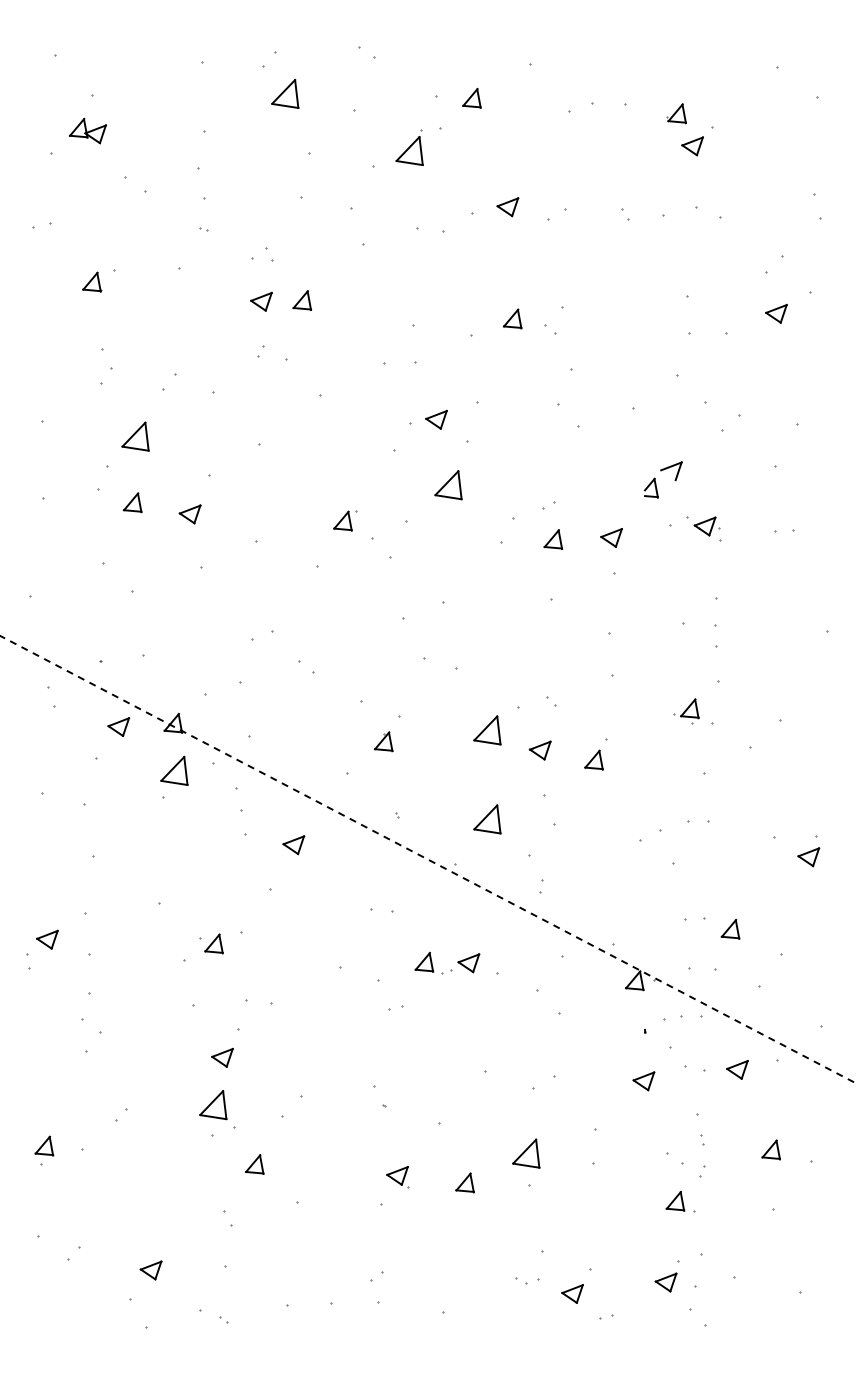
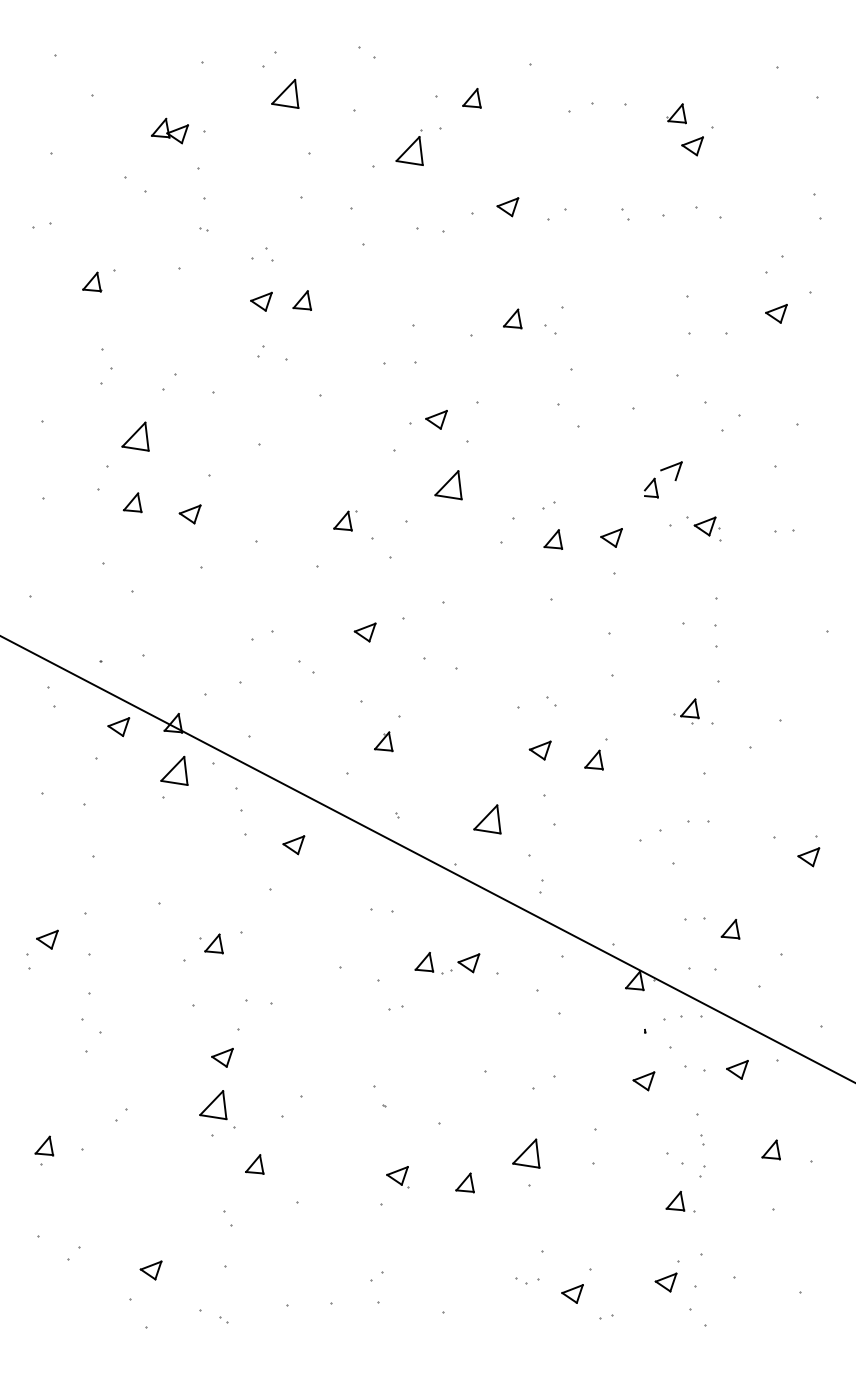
part at (87, 130) position: (87, 130) -> (169, 130)
part at (364, 632): none -> present
part at (487, 730): present -> none
line at (428, 859): dashed -> solid
